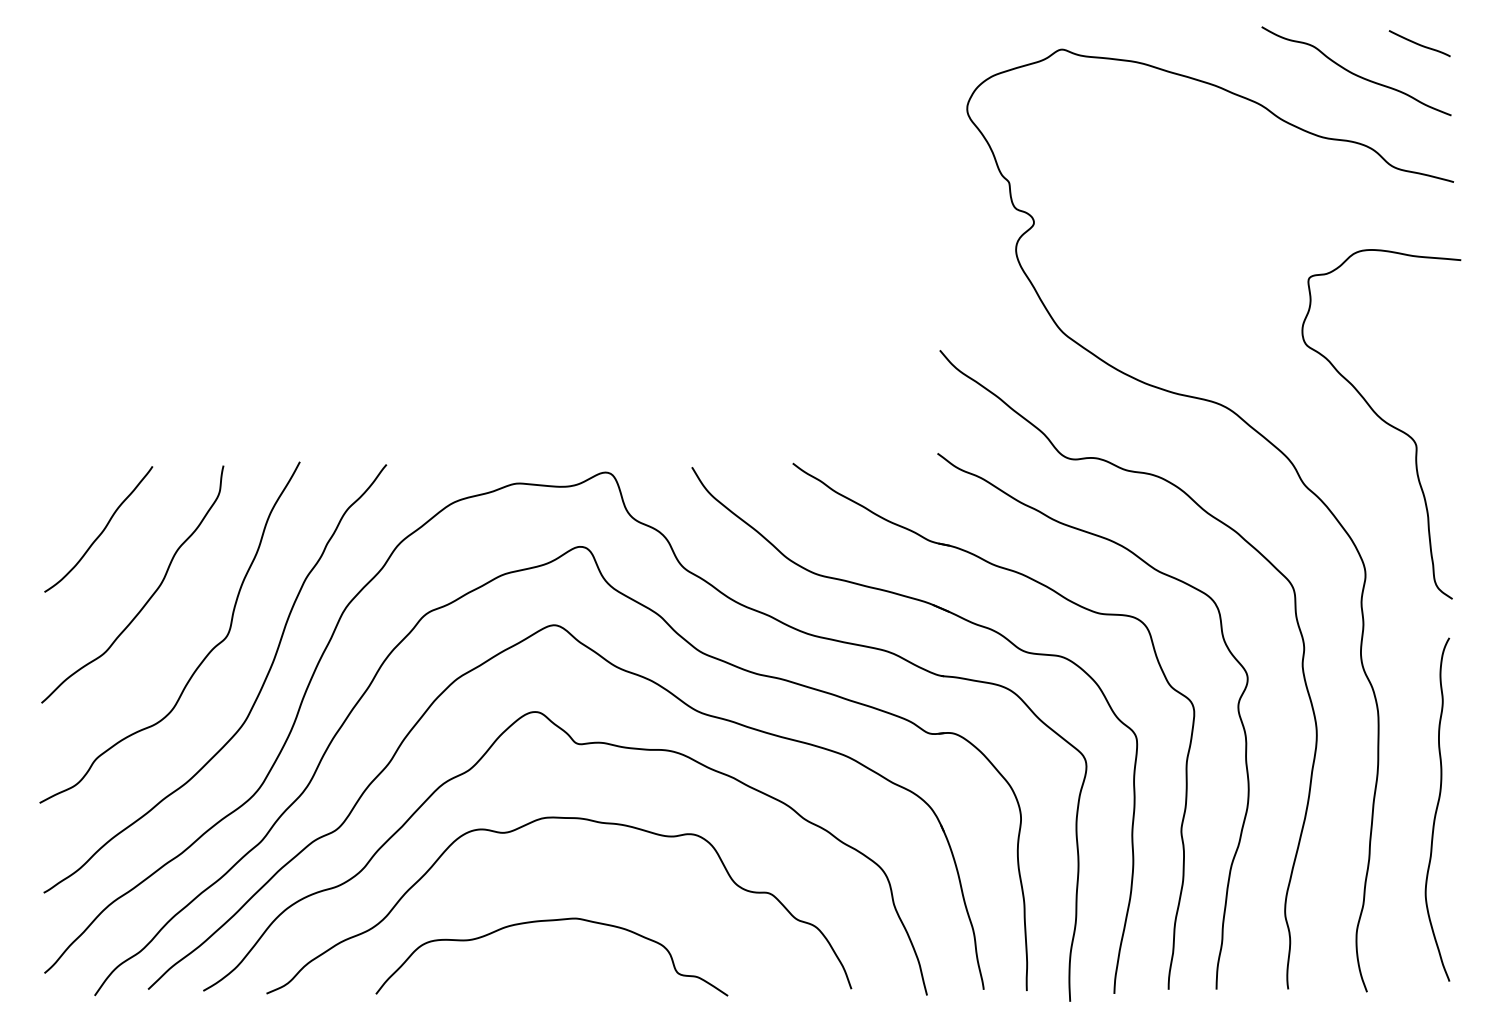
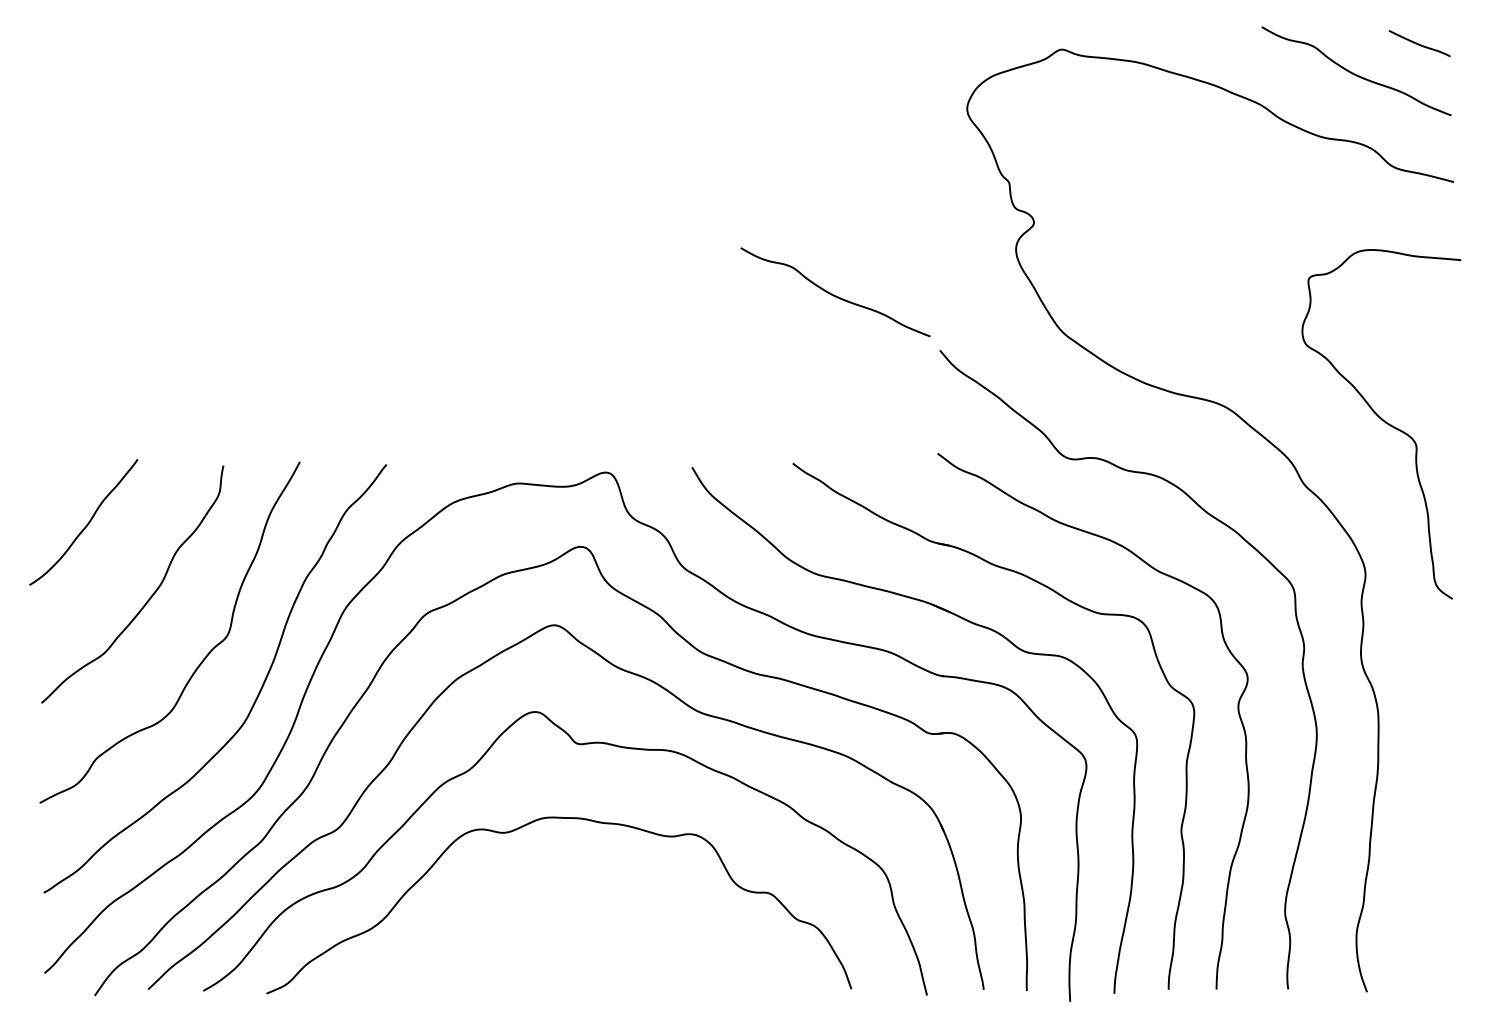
curve at (834, 294): none -> present
curve at (101, 531) position: (101, 531) -> (86, 524)
curve at (1437, 809): present -> none
curve at (551, 921): present -> none
